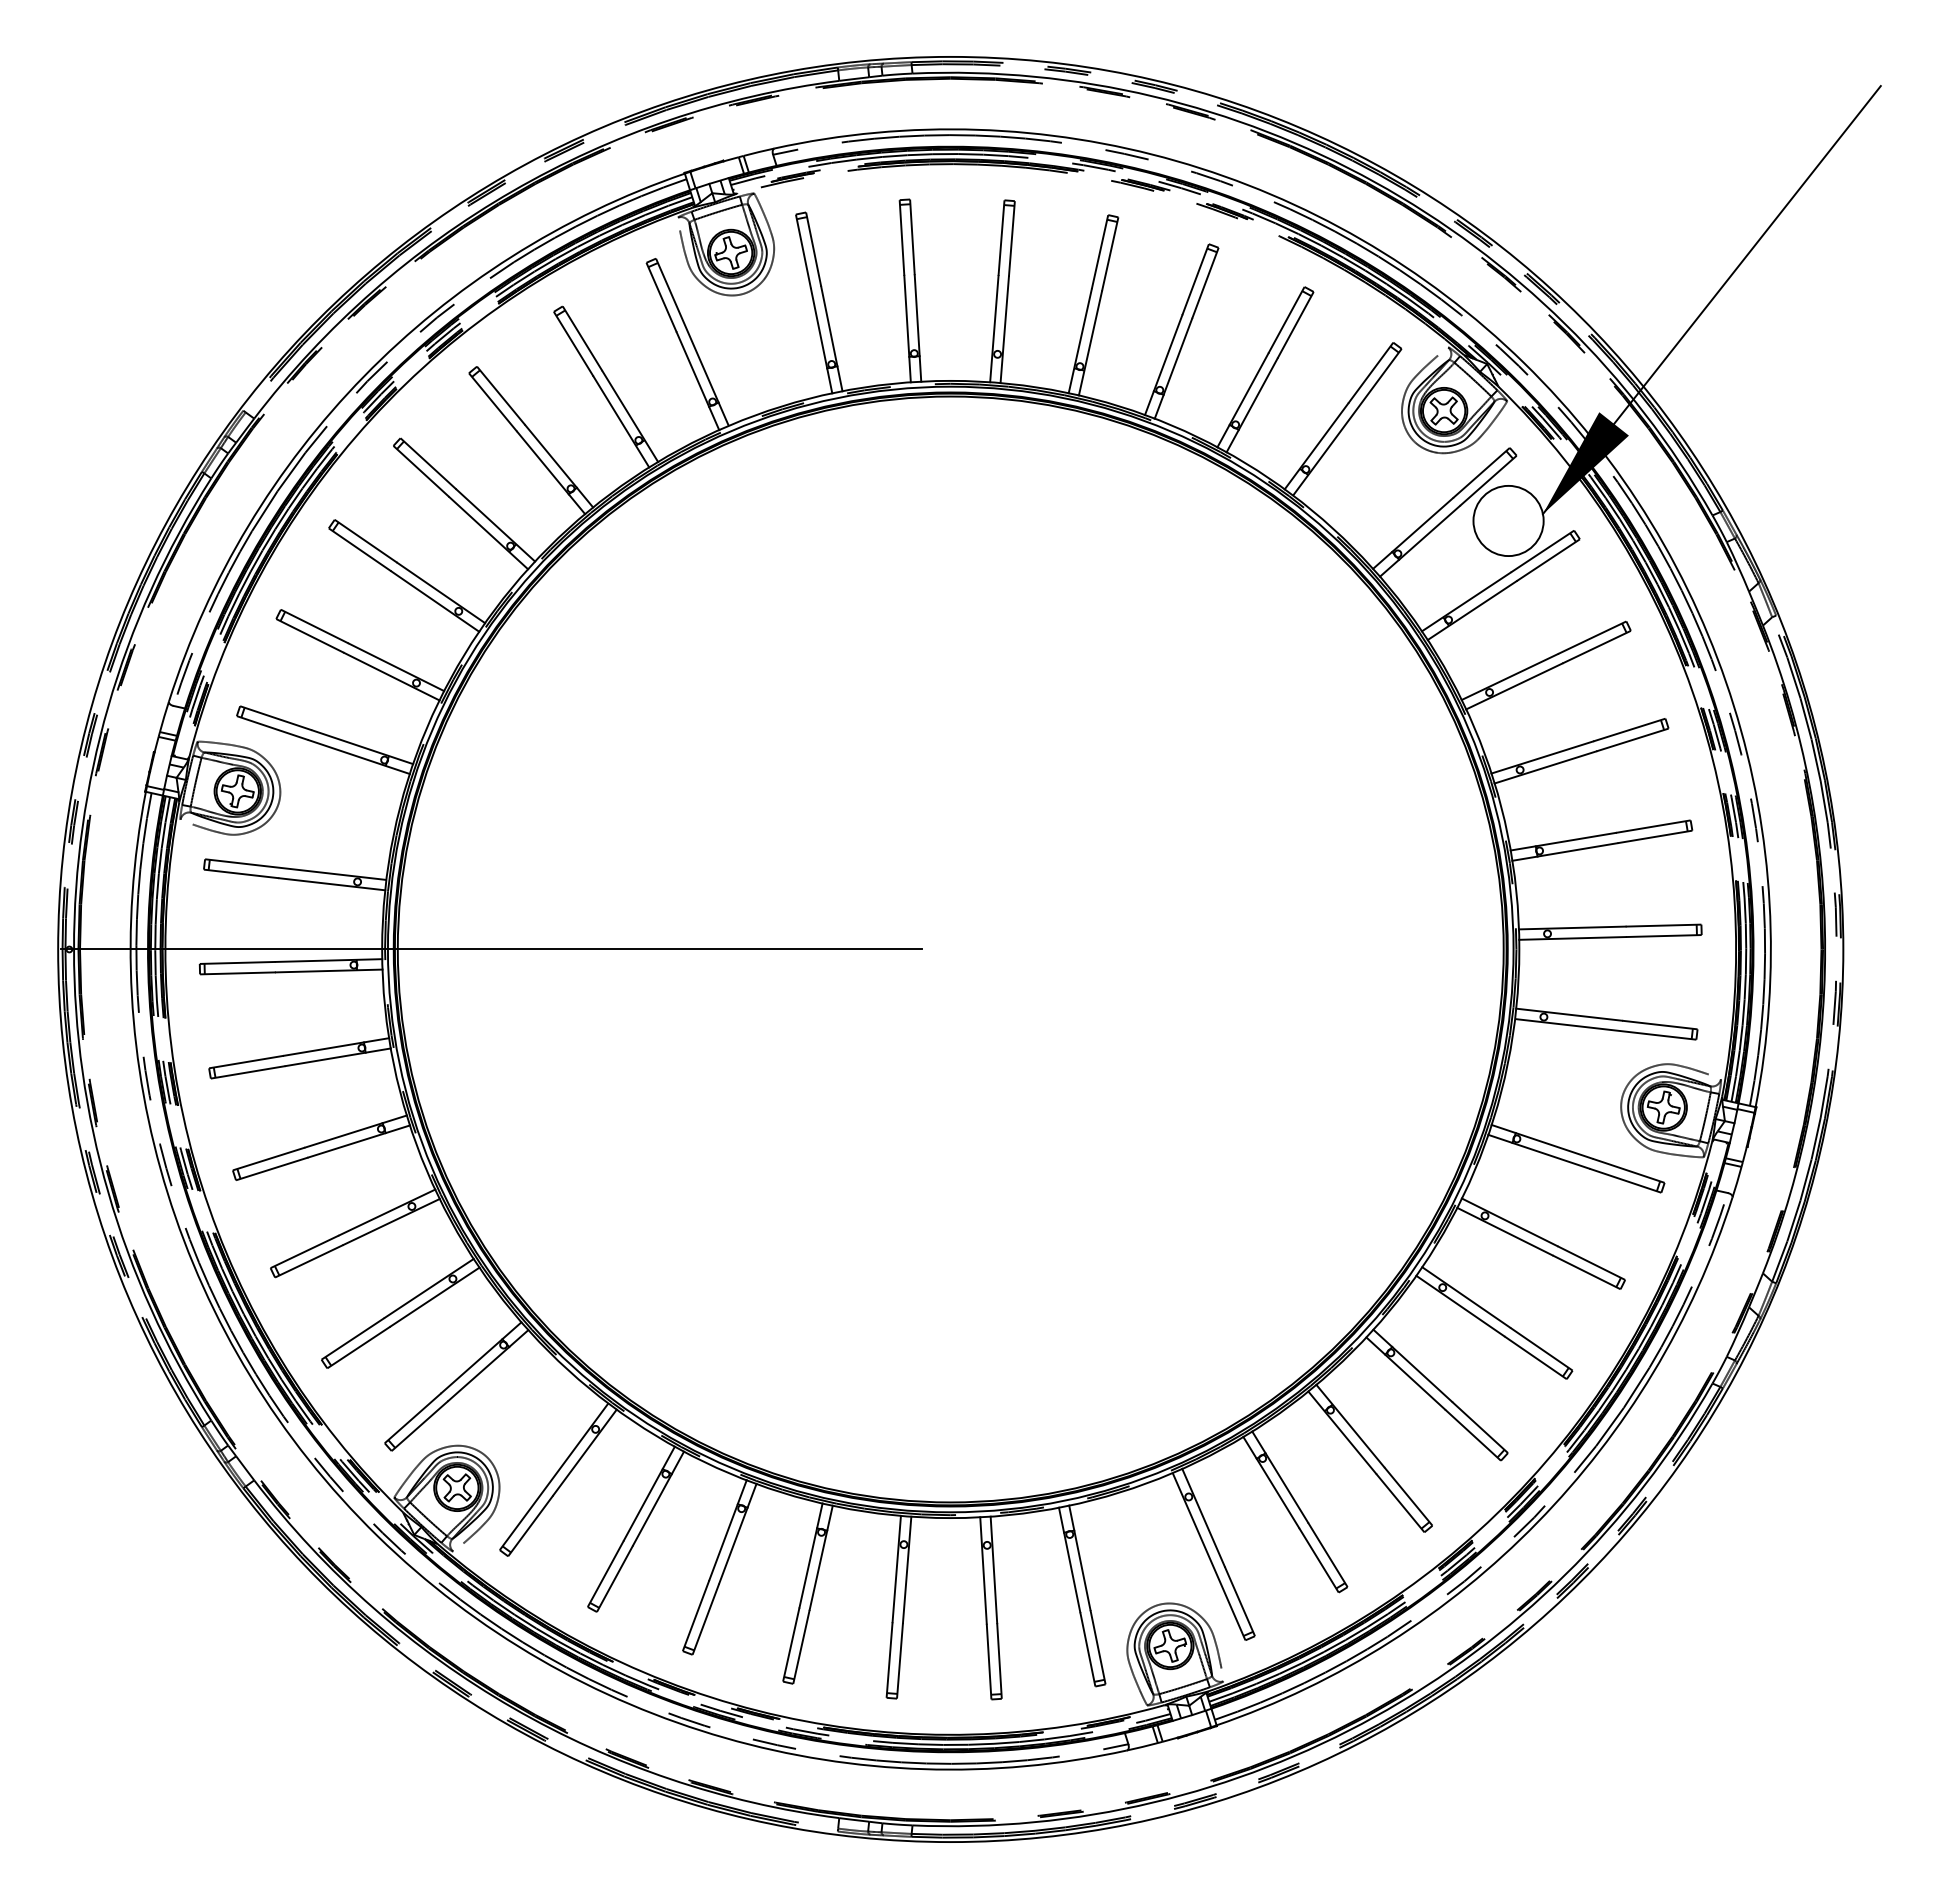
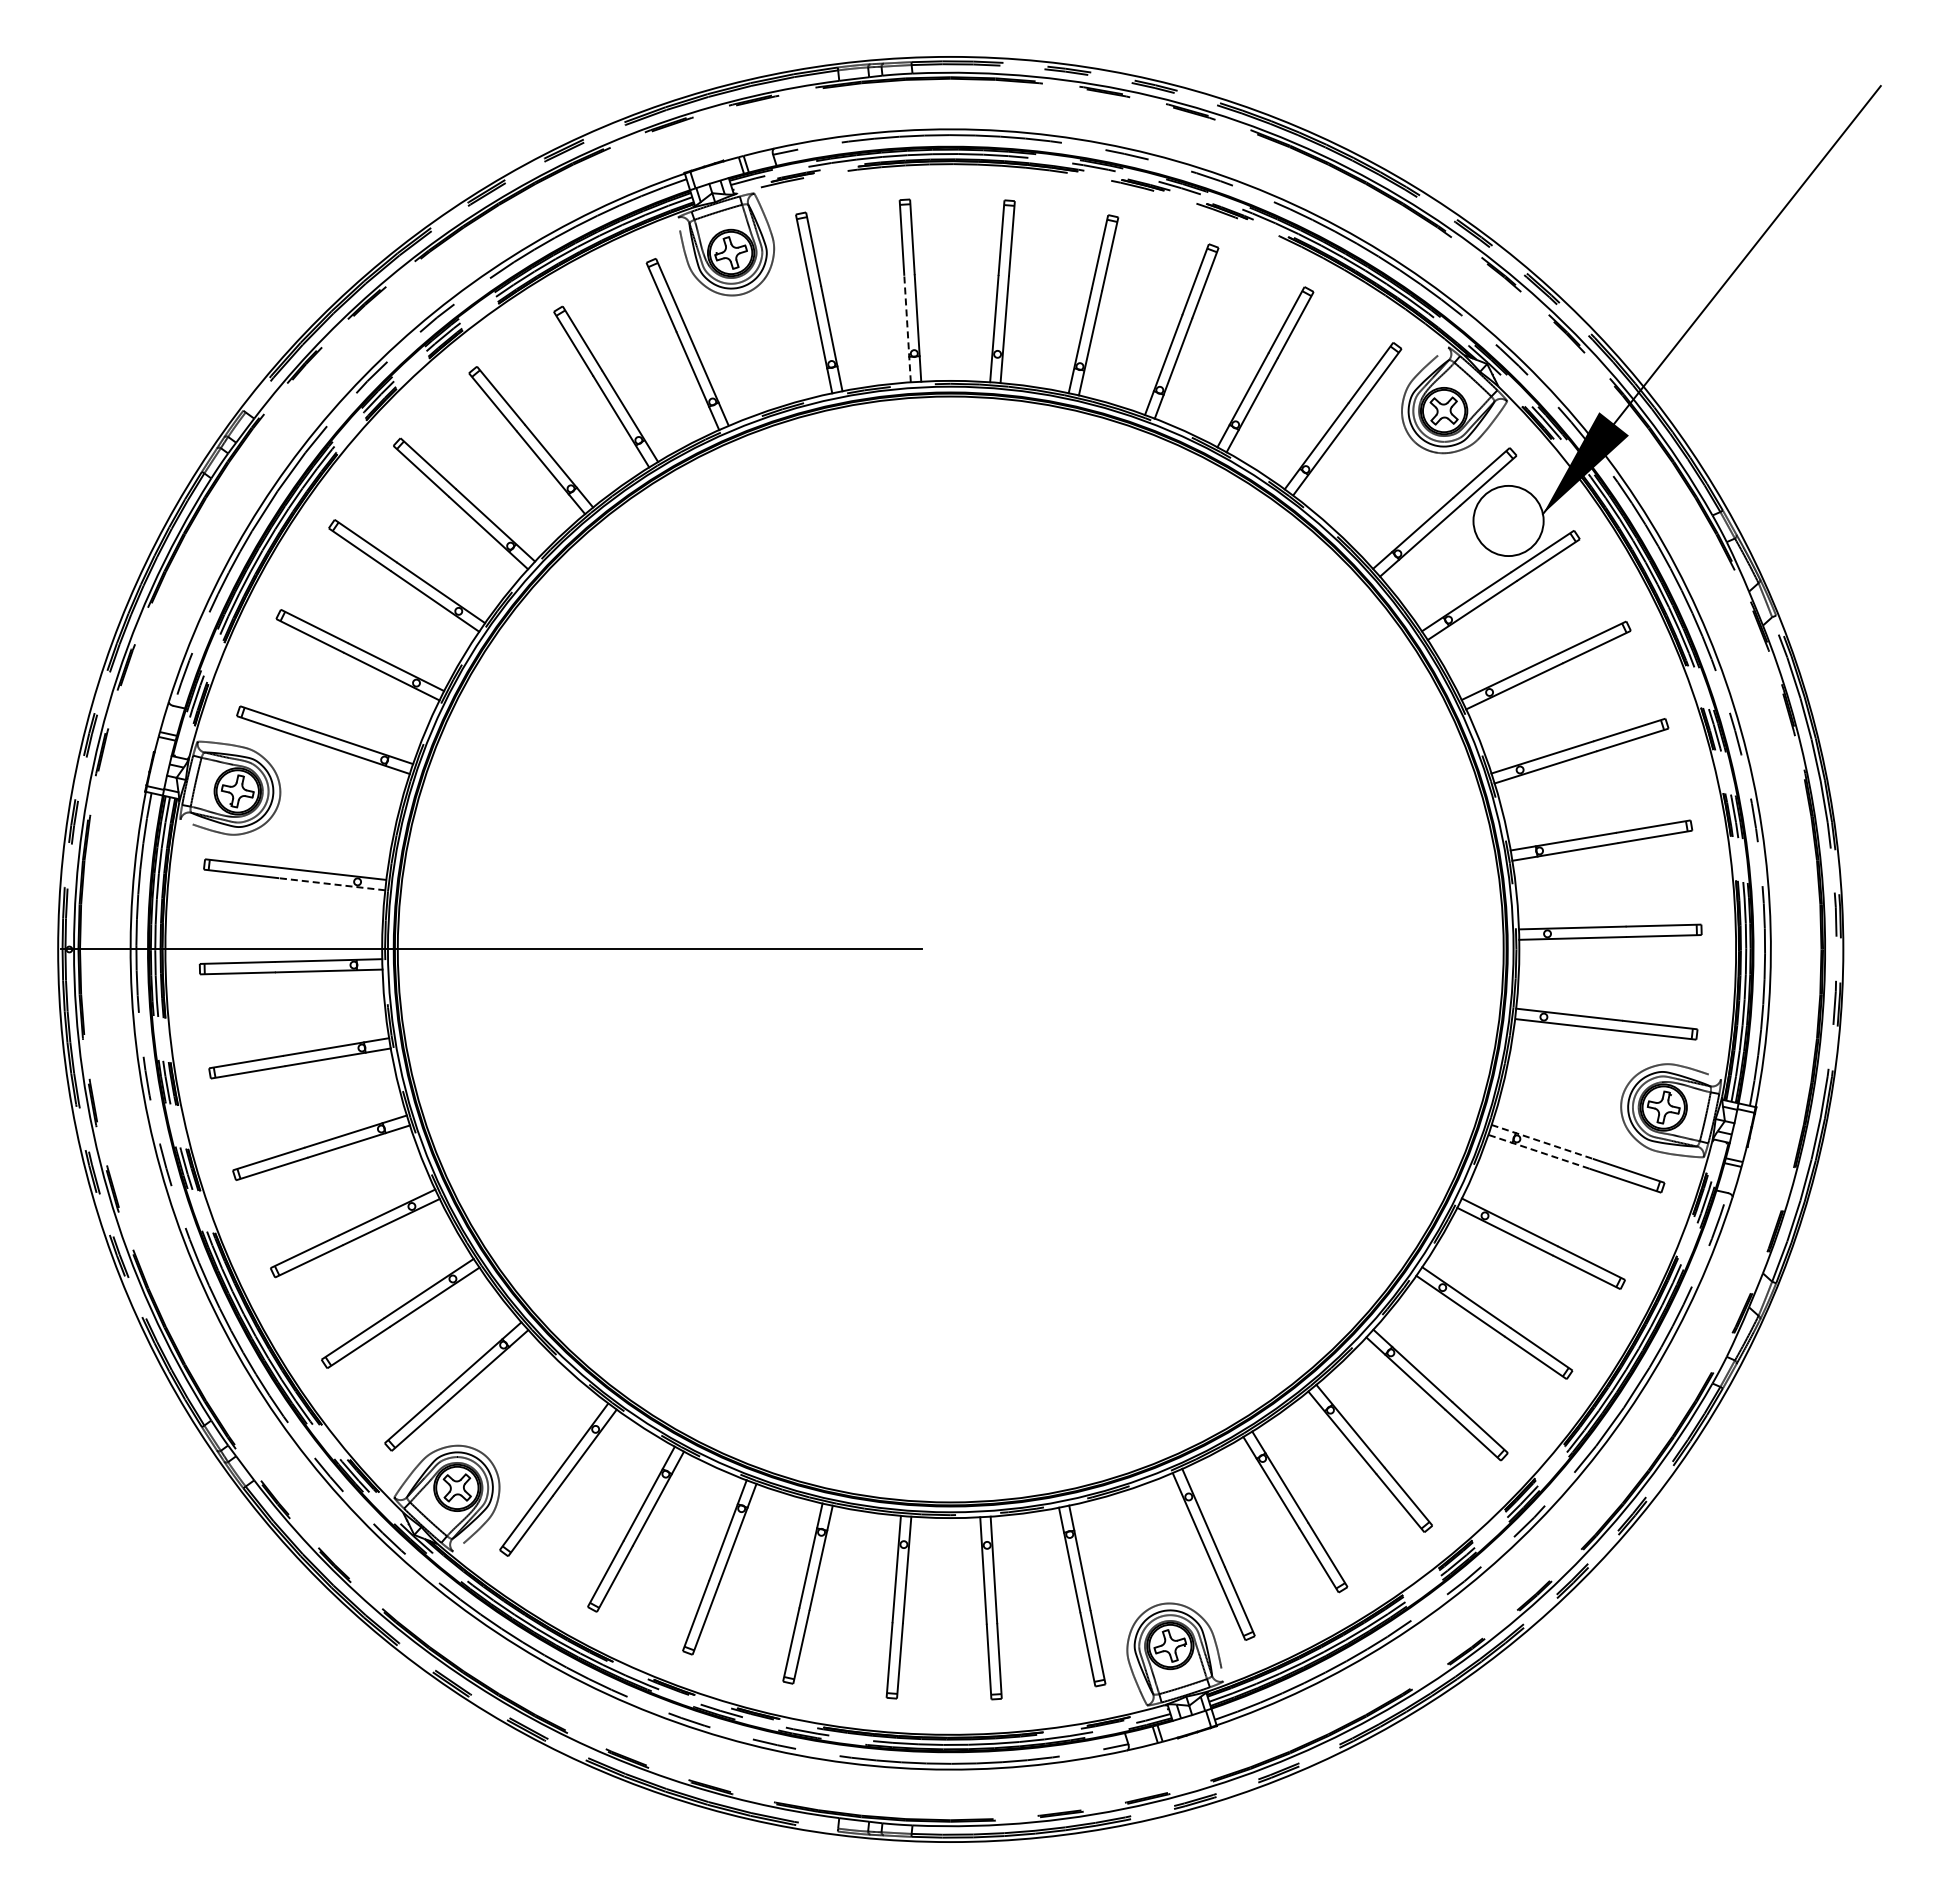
line at (907, 328): solid -> dashed
line at (331, 884): solid -> dashed
line at (1542, 1142): solid -> dashed
line at (1538, 1151): solid -> dashed
